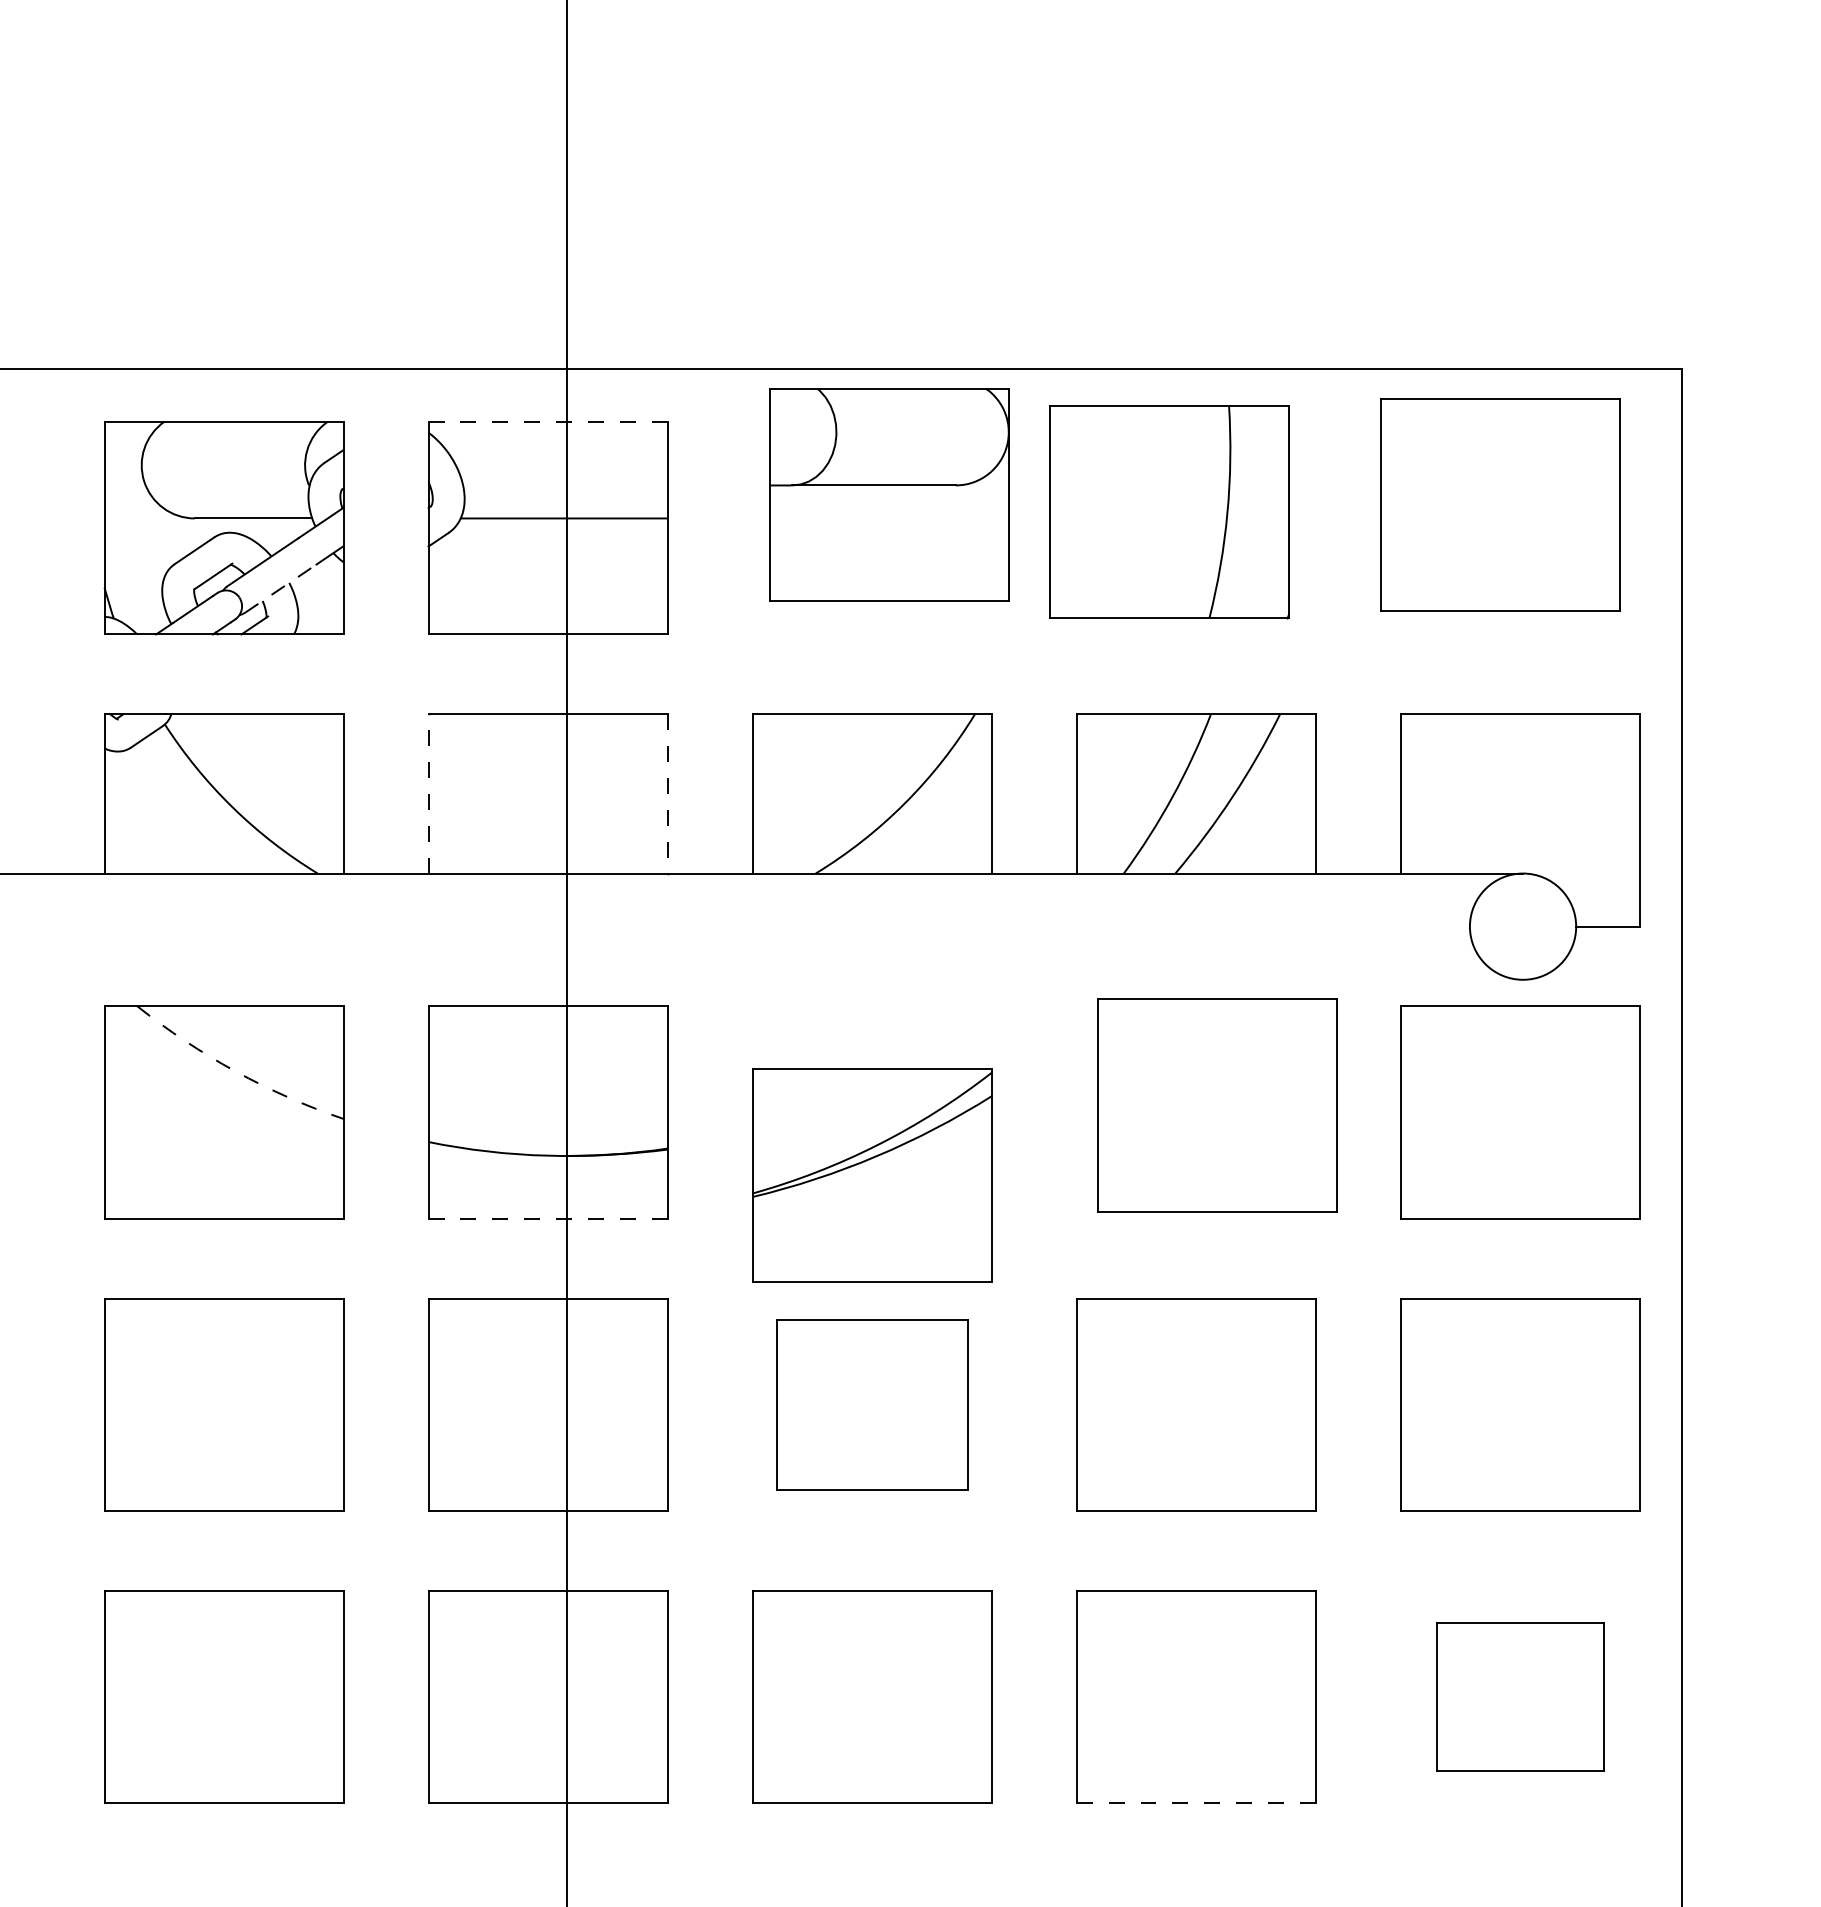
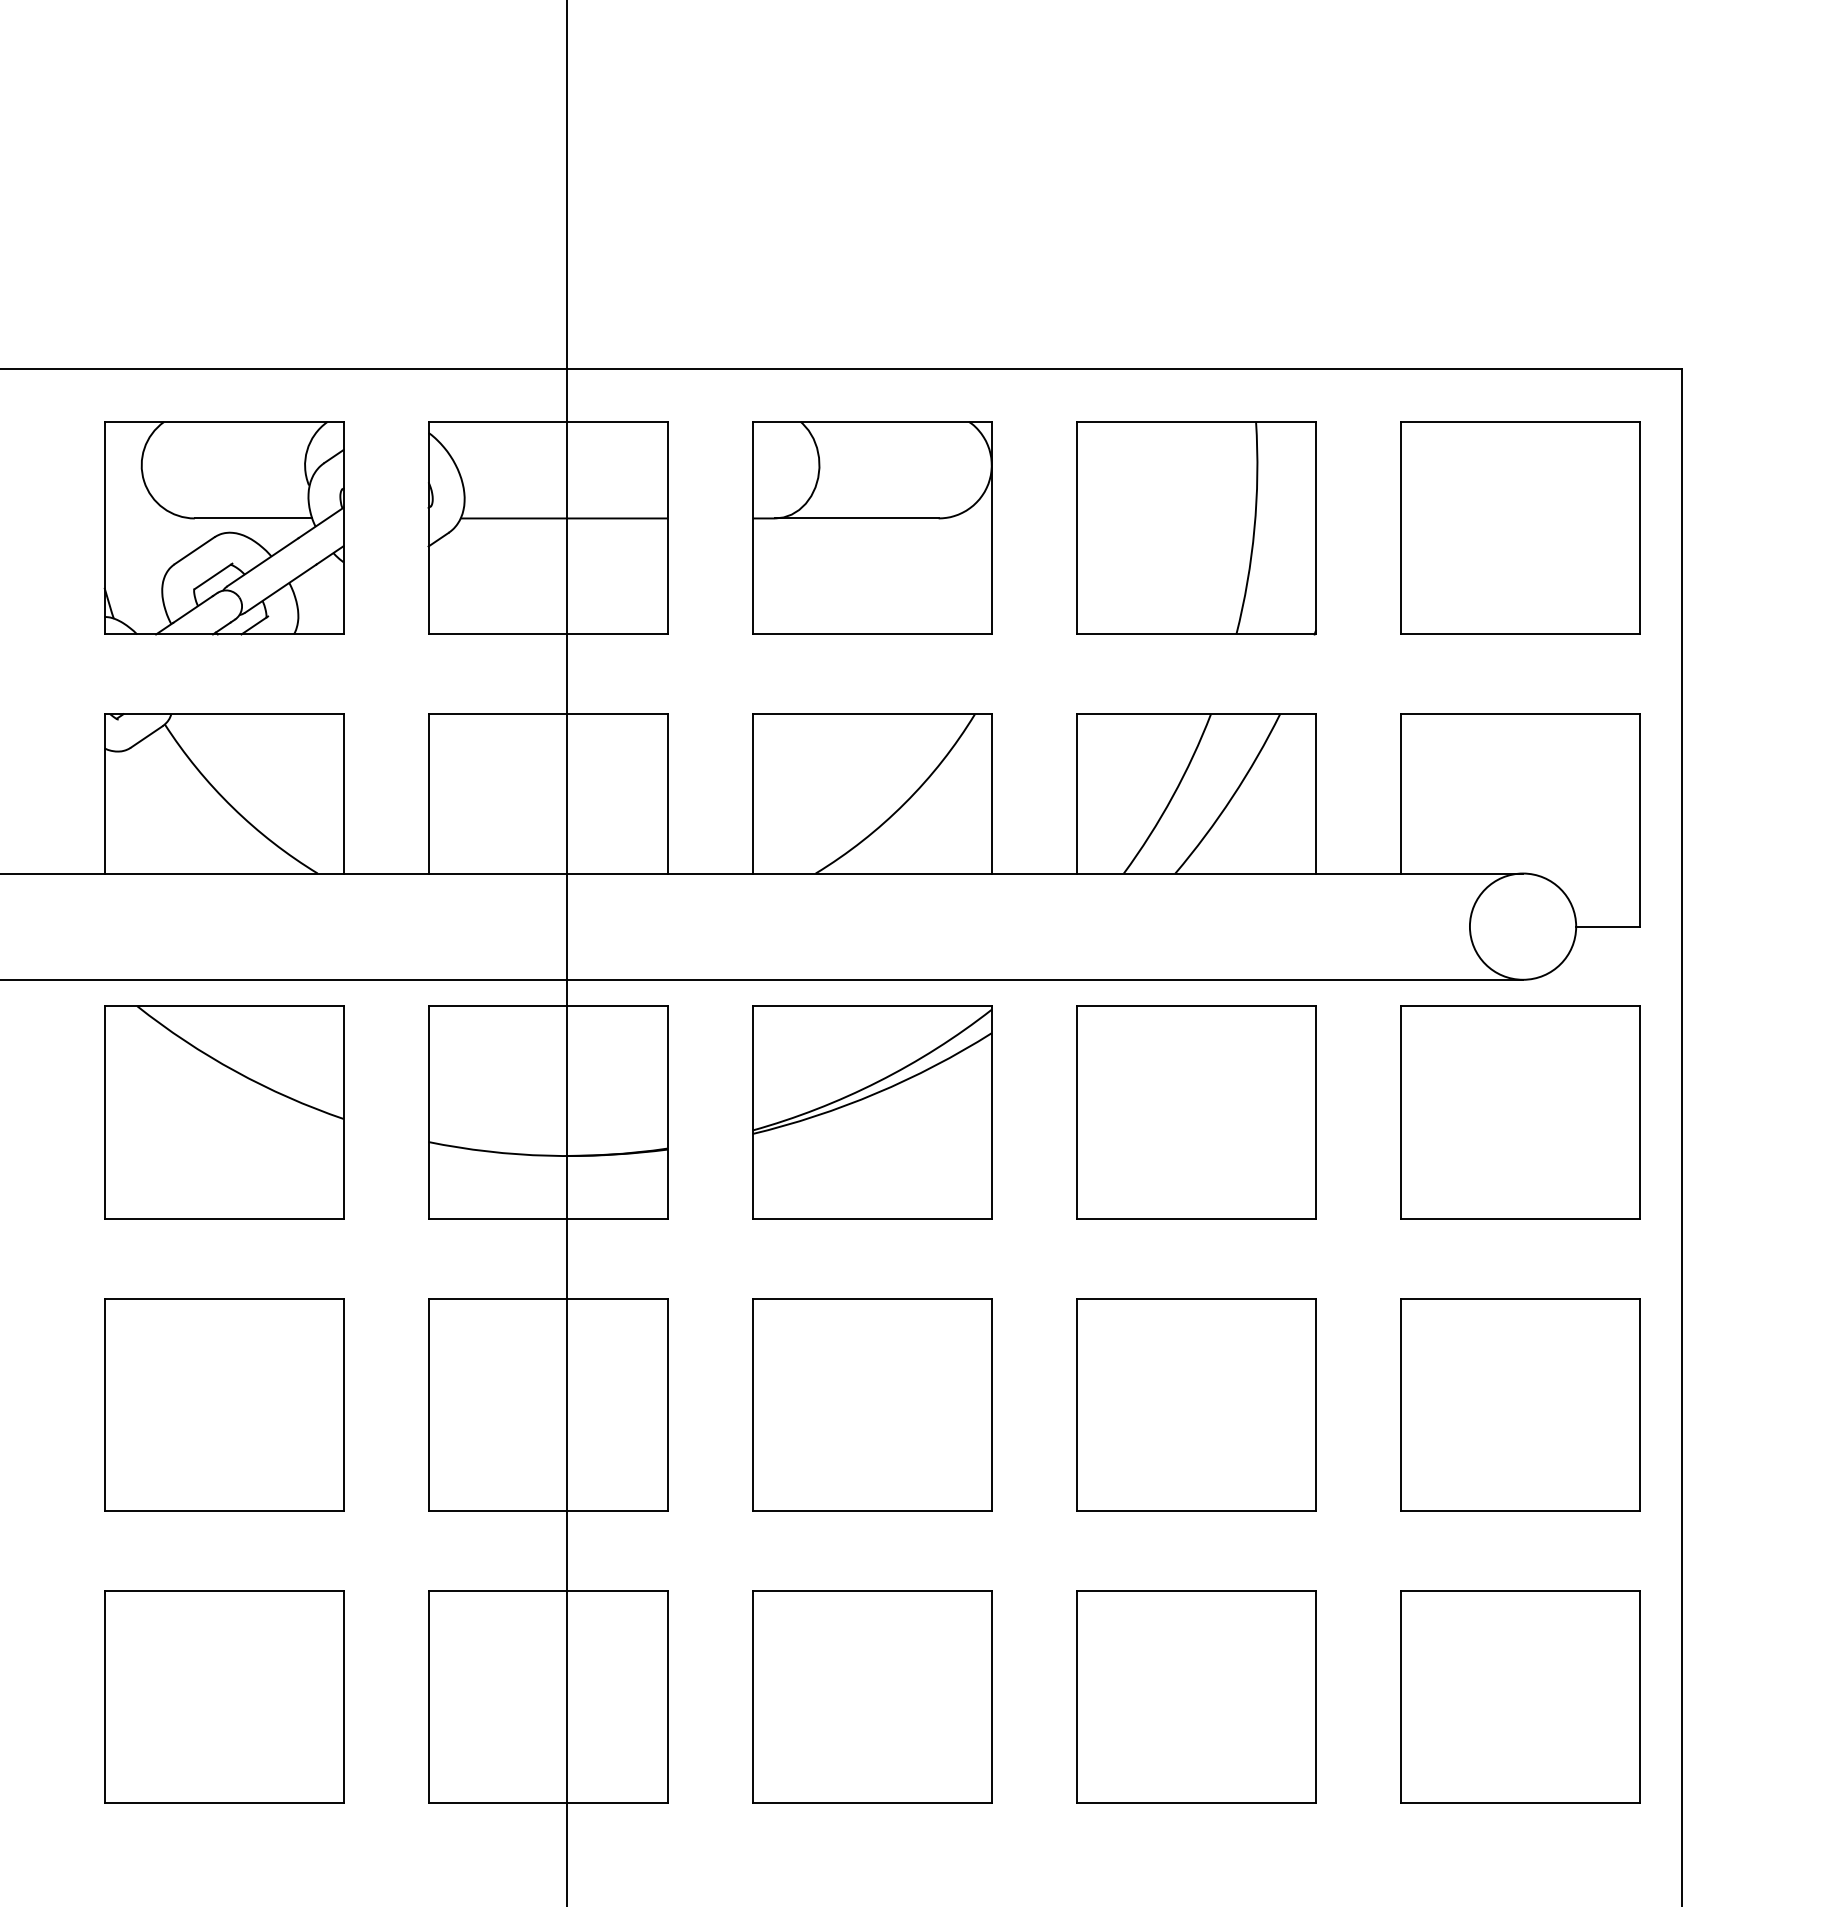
line at (548, 421): dashed -> solid
part at (889, 494) position: (889, 494) -> (872, 527)
part at (1500, 504) position: (1500, 504) -> (1520, 527)
part at (1169, 512) position: (1169, 512) -> (1196, 528)
line at (281, 588): dashed -> solid
line at (428, 793): dashed -> solid
line at (667, 793): dashed -> solid
line at (762, 979): none -> present
arc at (235, 1071): dashed -> solid
part at (1217, 1105) position: (1217, 1105) -> (1196, 1112)
part at (872, 1175) position: (872, 1175) -> (872, 1112)
line at (548, 1218): dashed -> solid
part at (872, 1404) size: 193x172 px -> 241x214 px
part at (1520, 1696) size: 169x150 px -> 241x214 px
line at (1196, 1803): dashed -> solid
